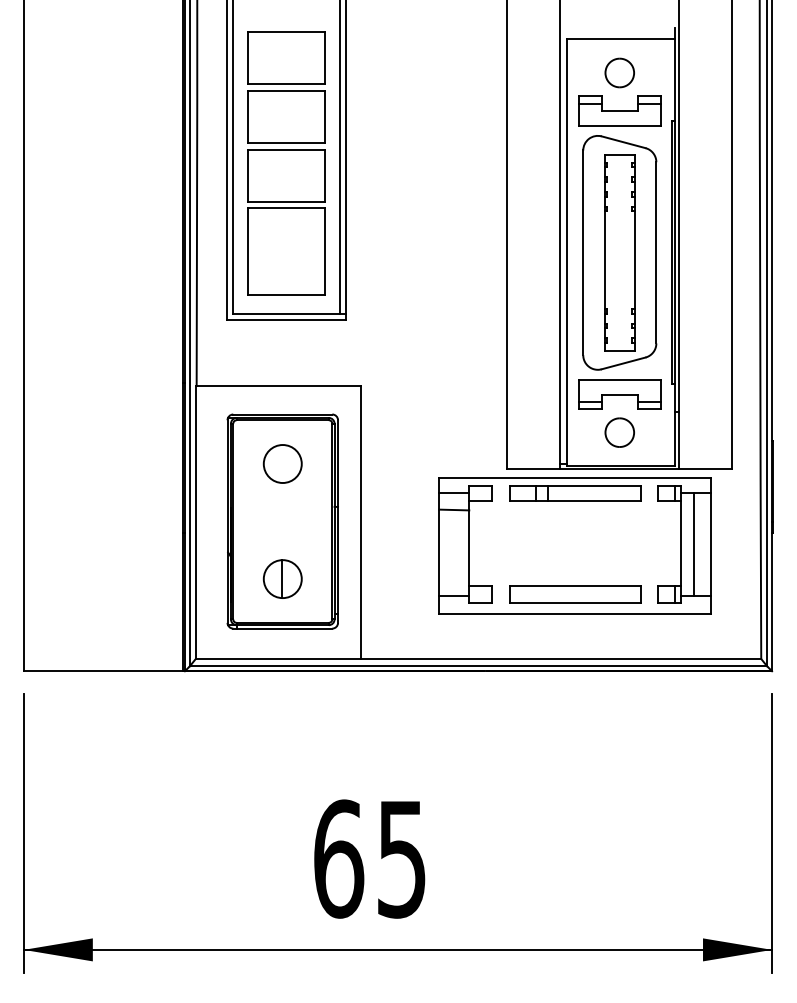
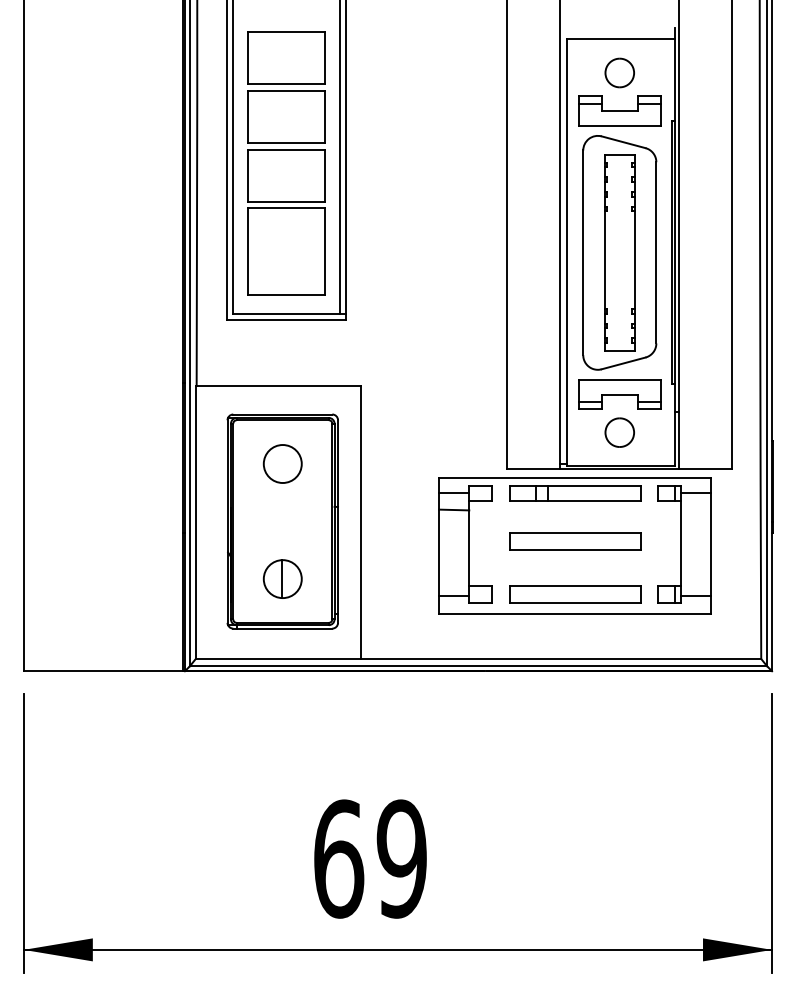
part at (575, 541): none -> present
line at (693, 544): present -> none
text at (401, 858): 65 -> 69
